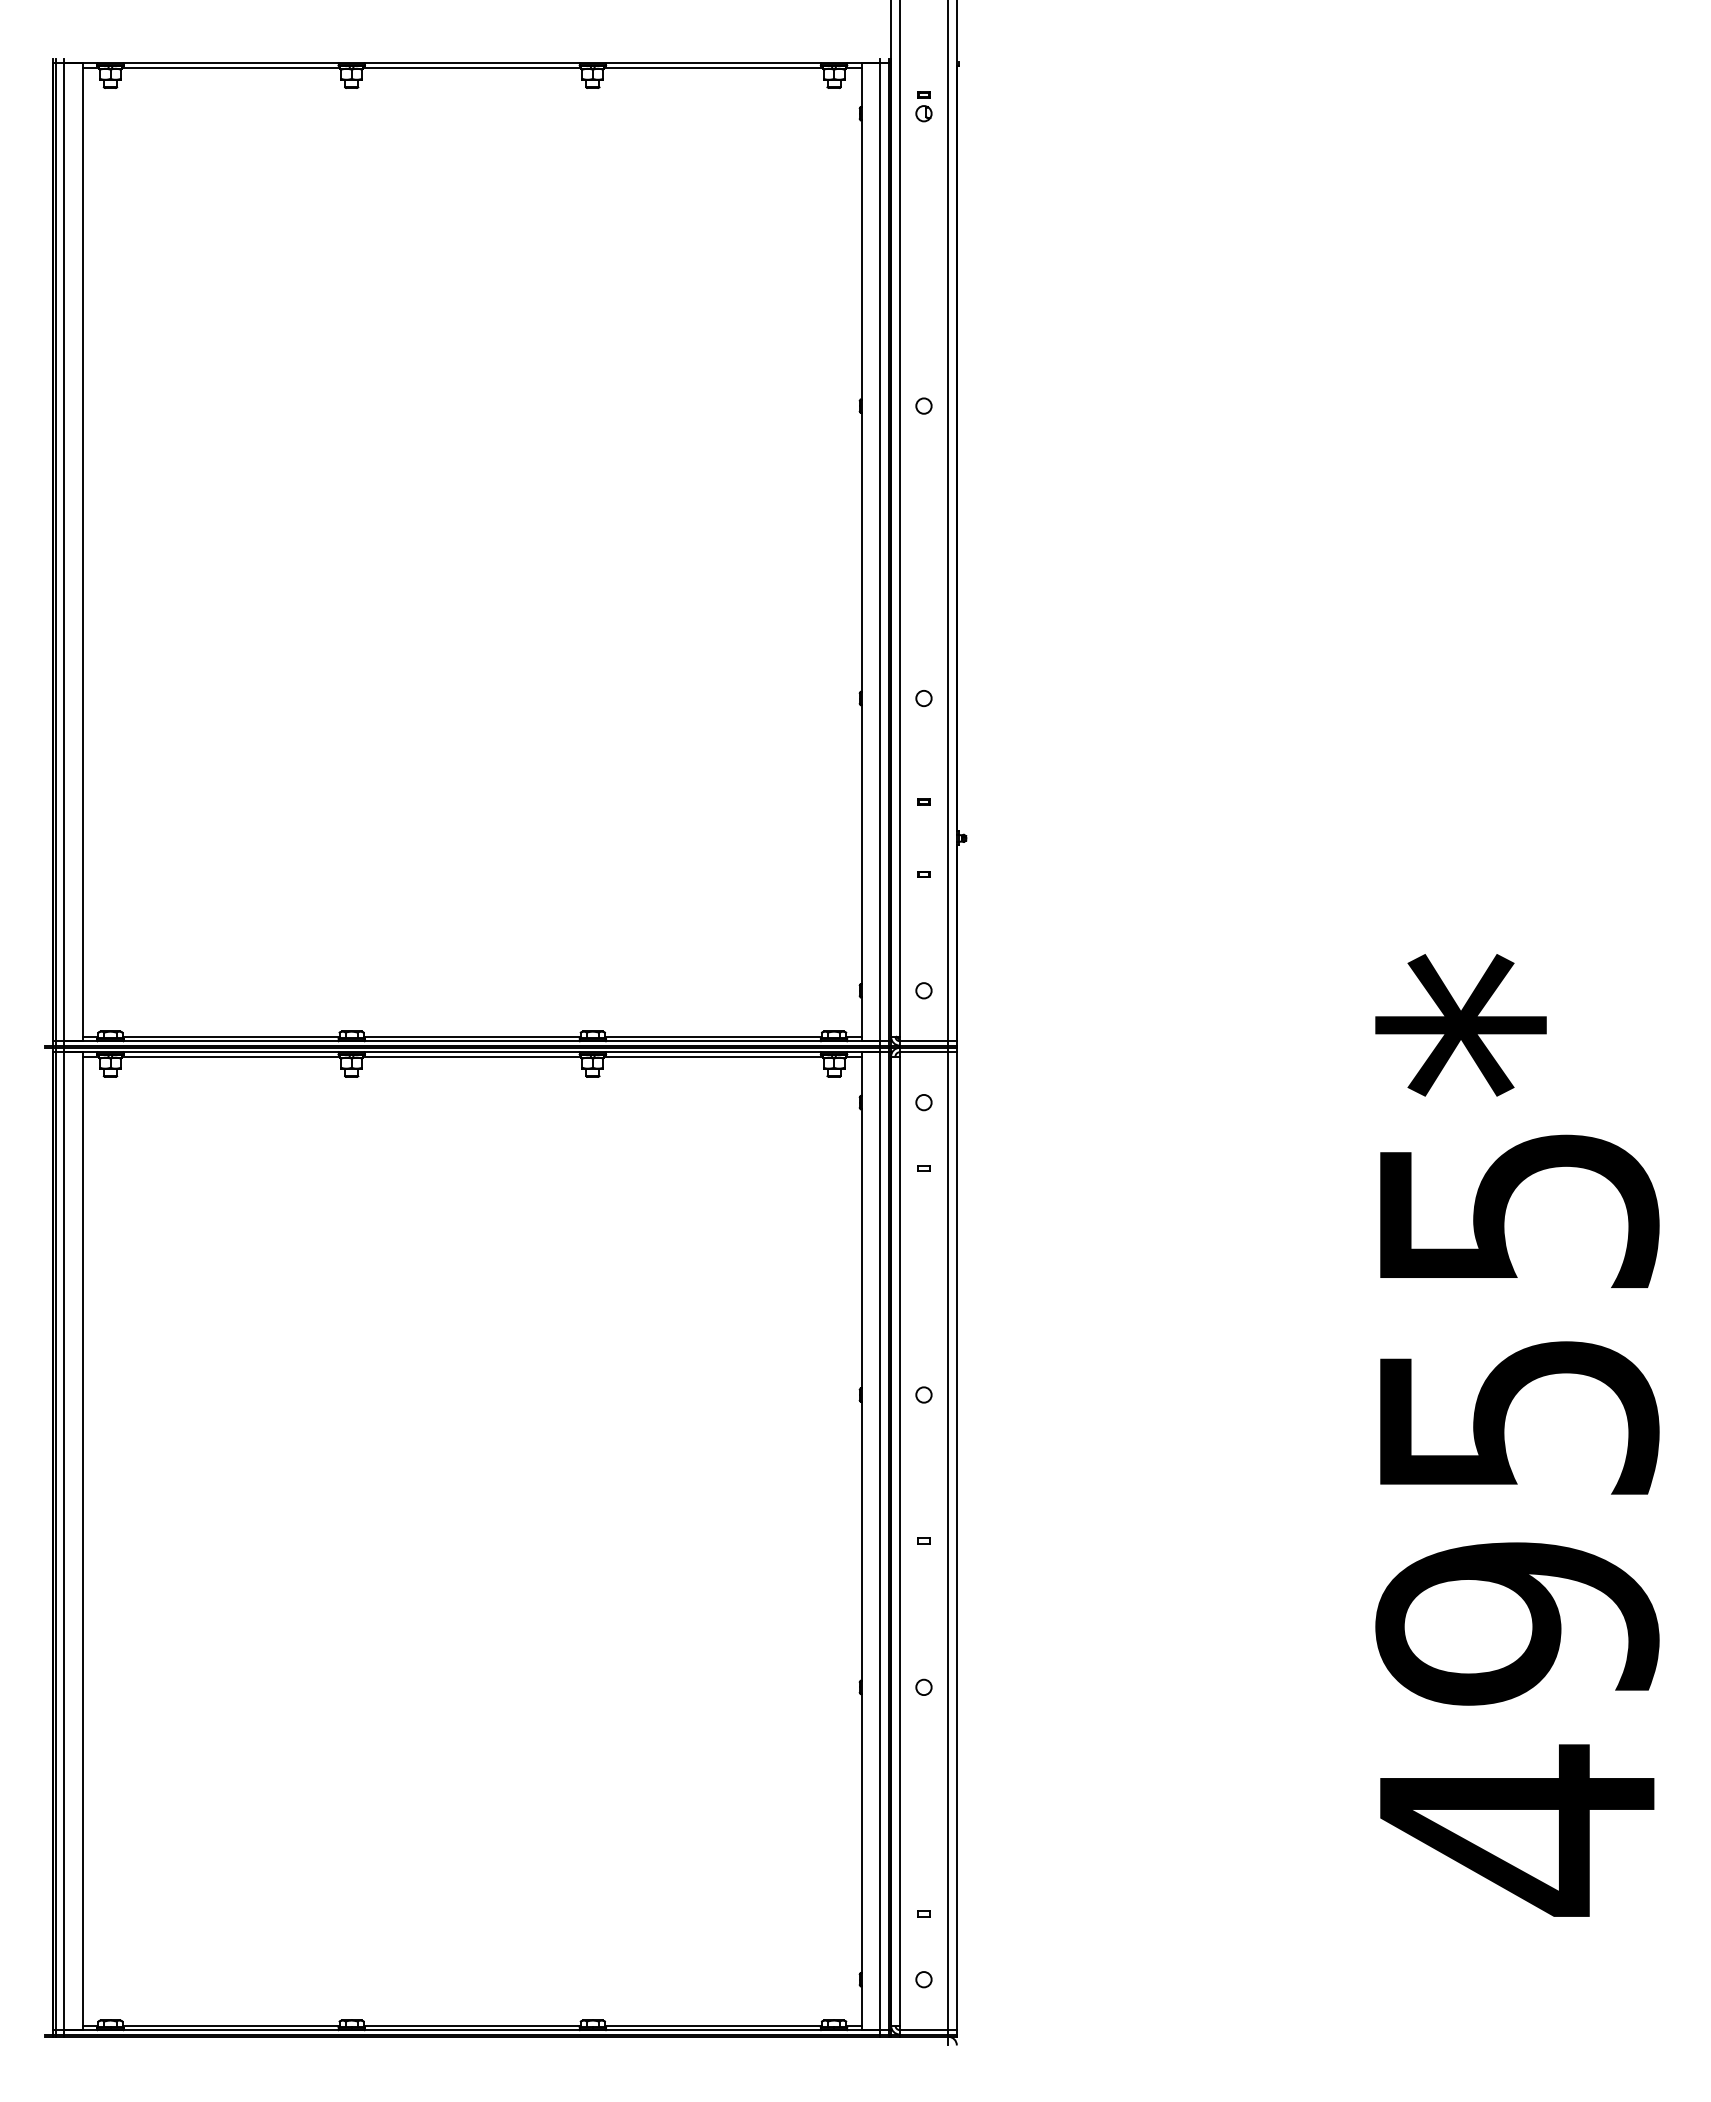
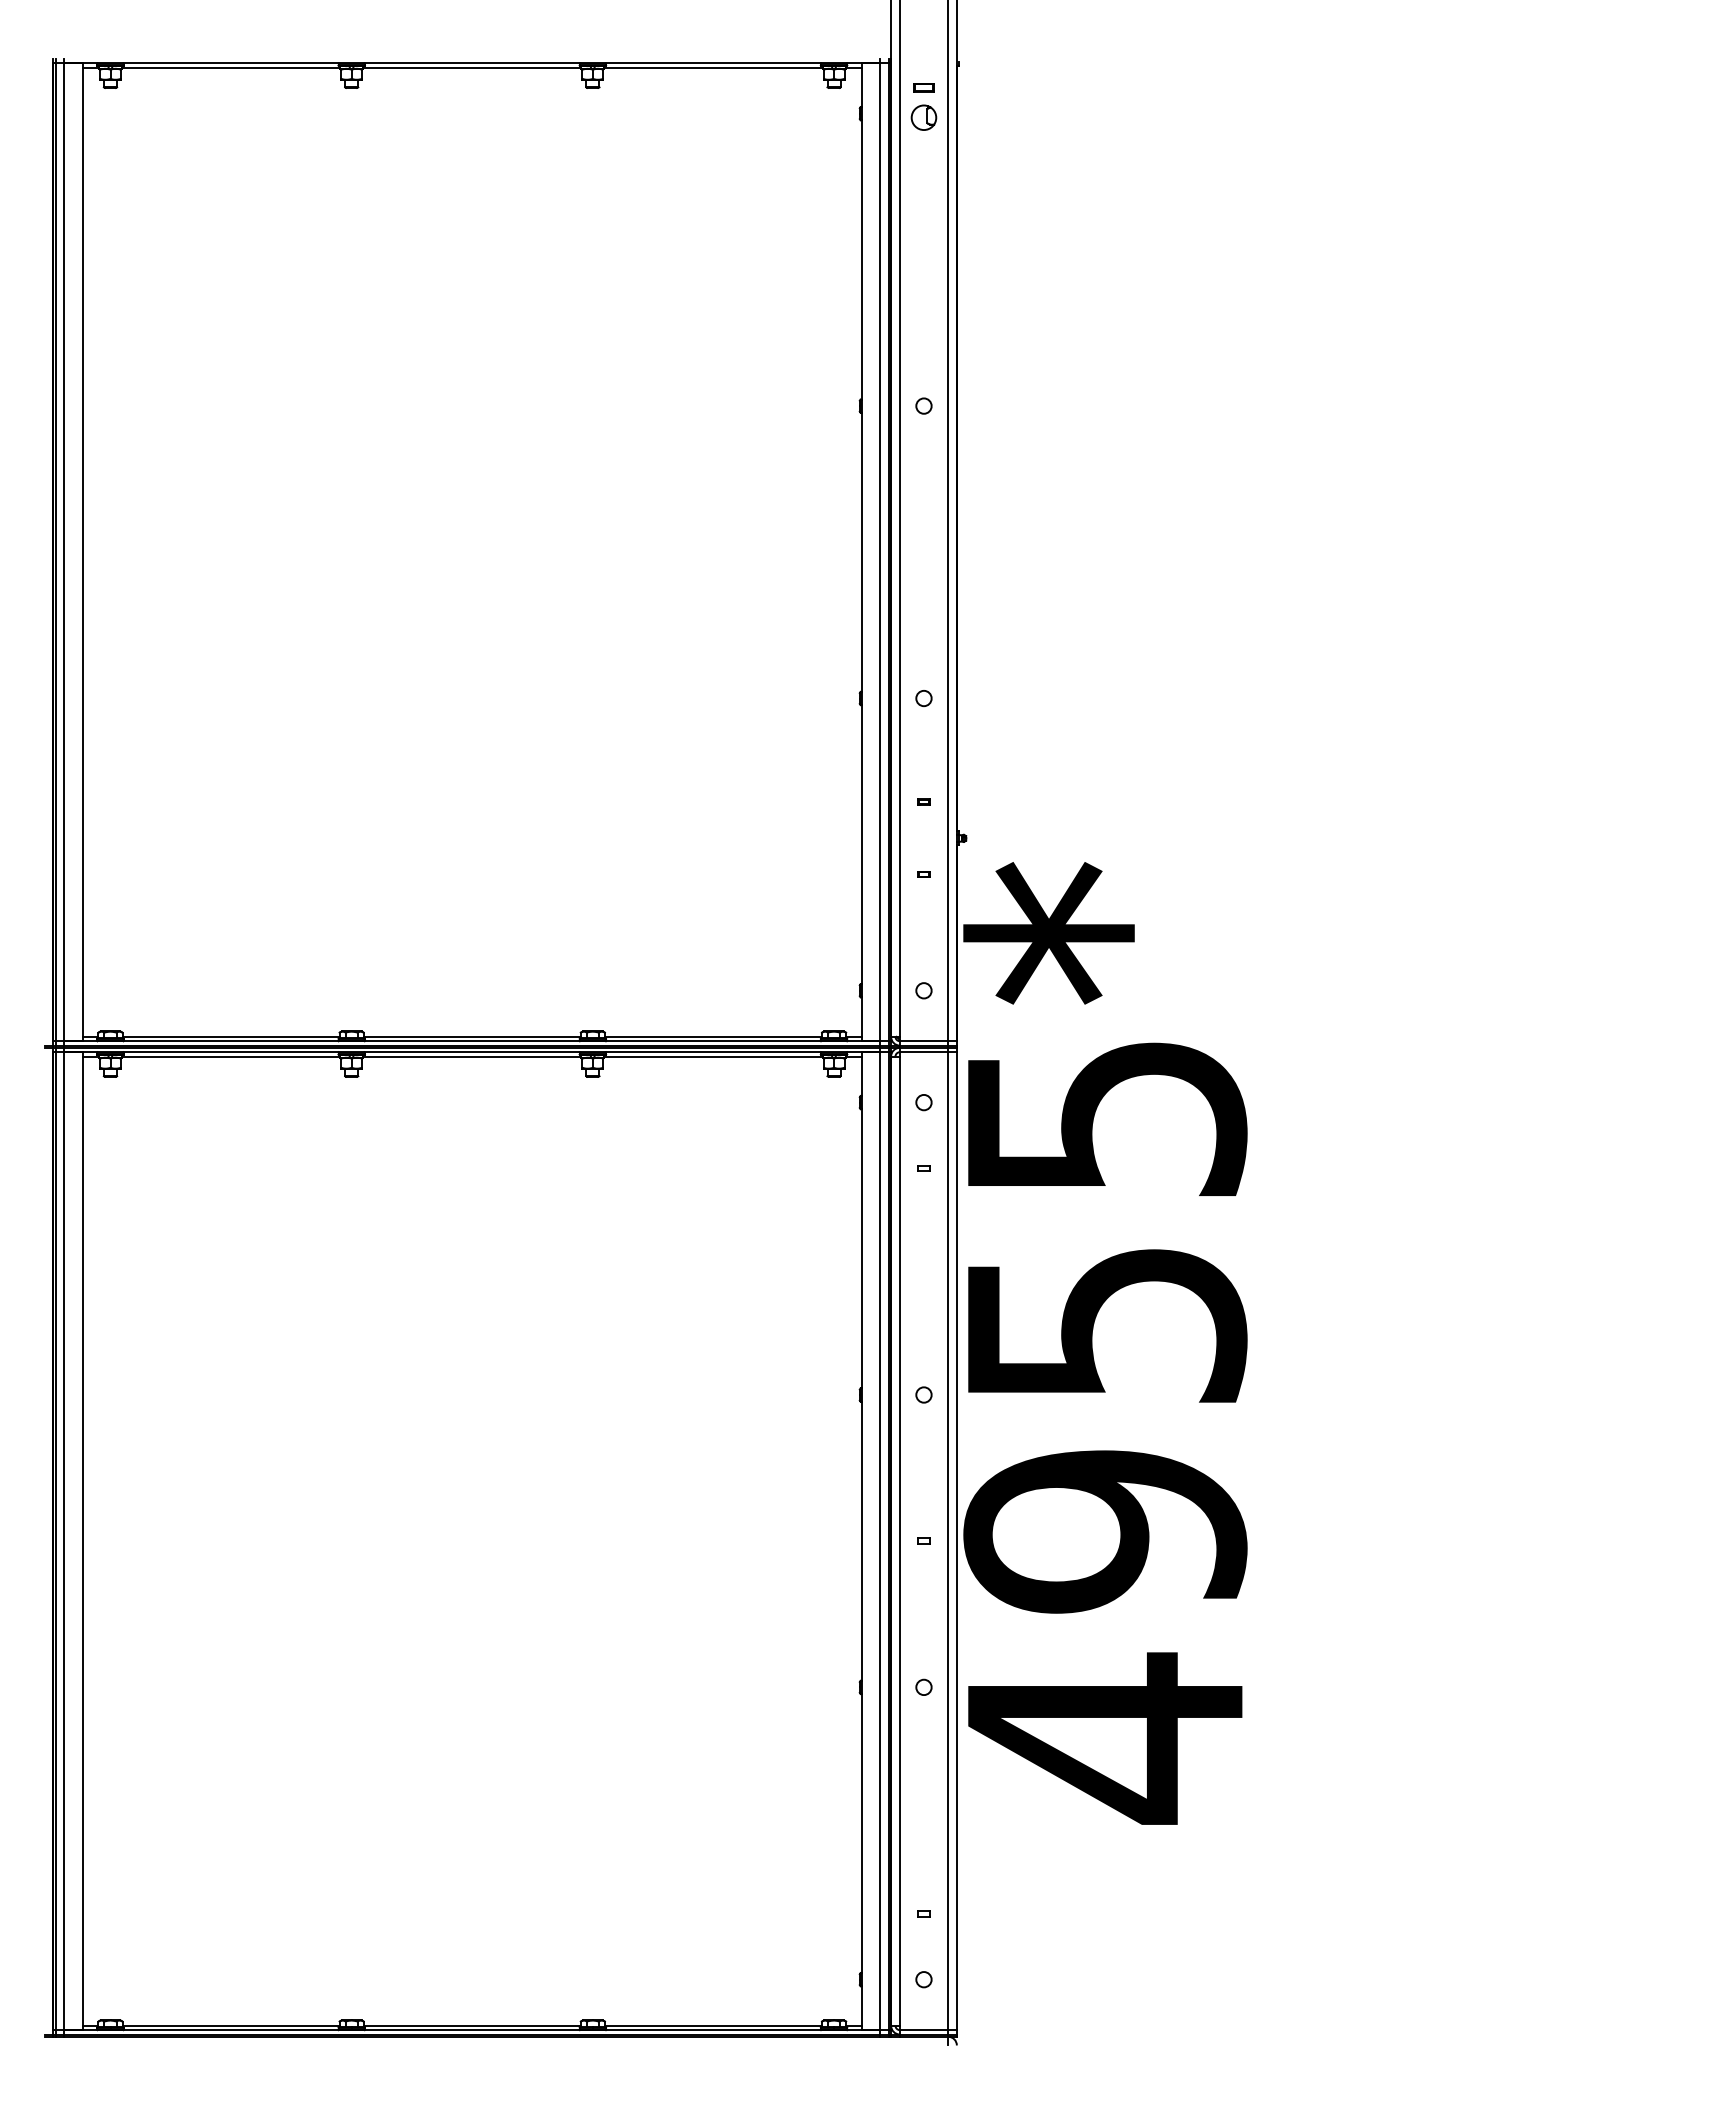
part at (923, 106) size: 18x32 px -> 28x48 px
text at (1517, 1435) position: (1517, 1435) -> (1105, 1343)
